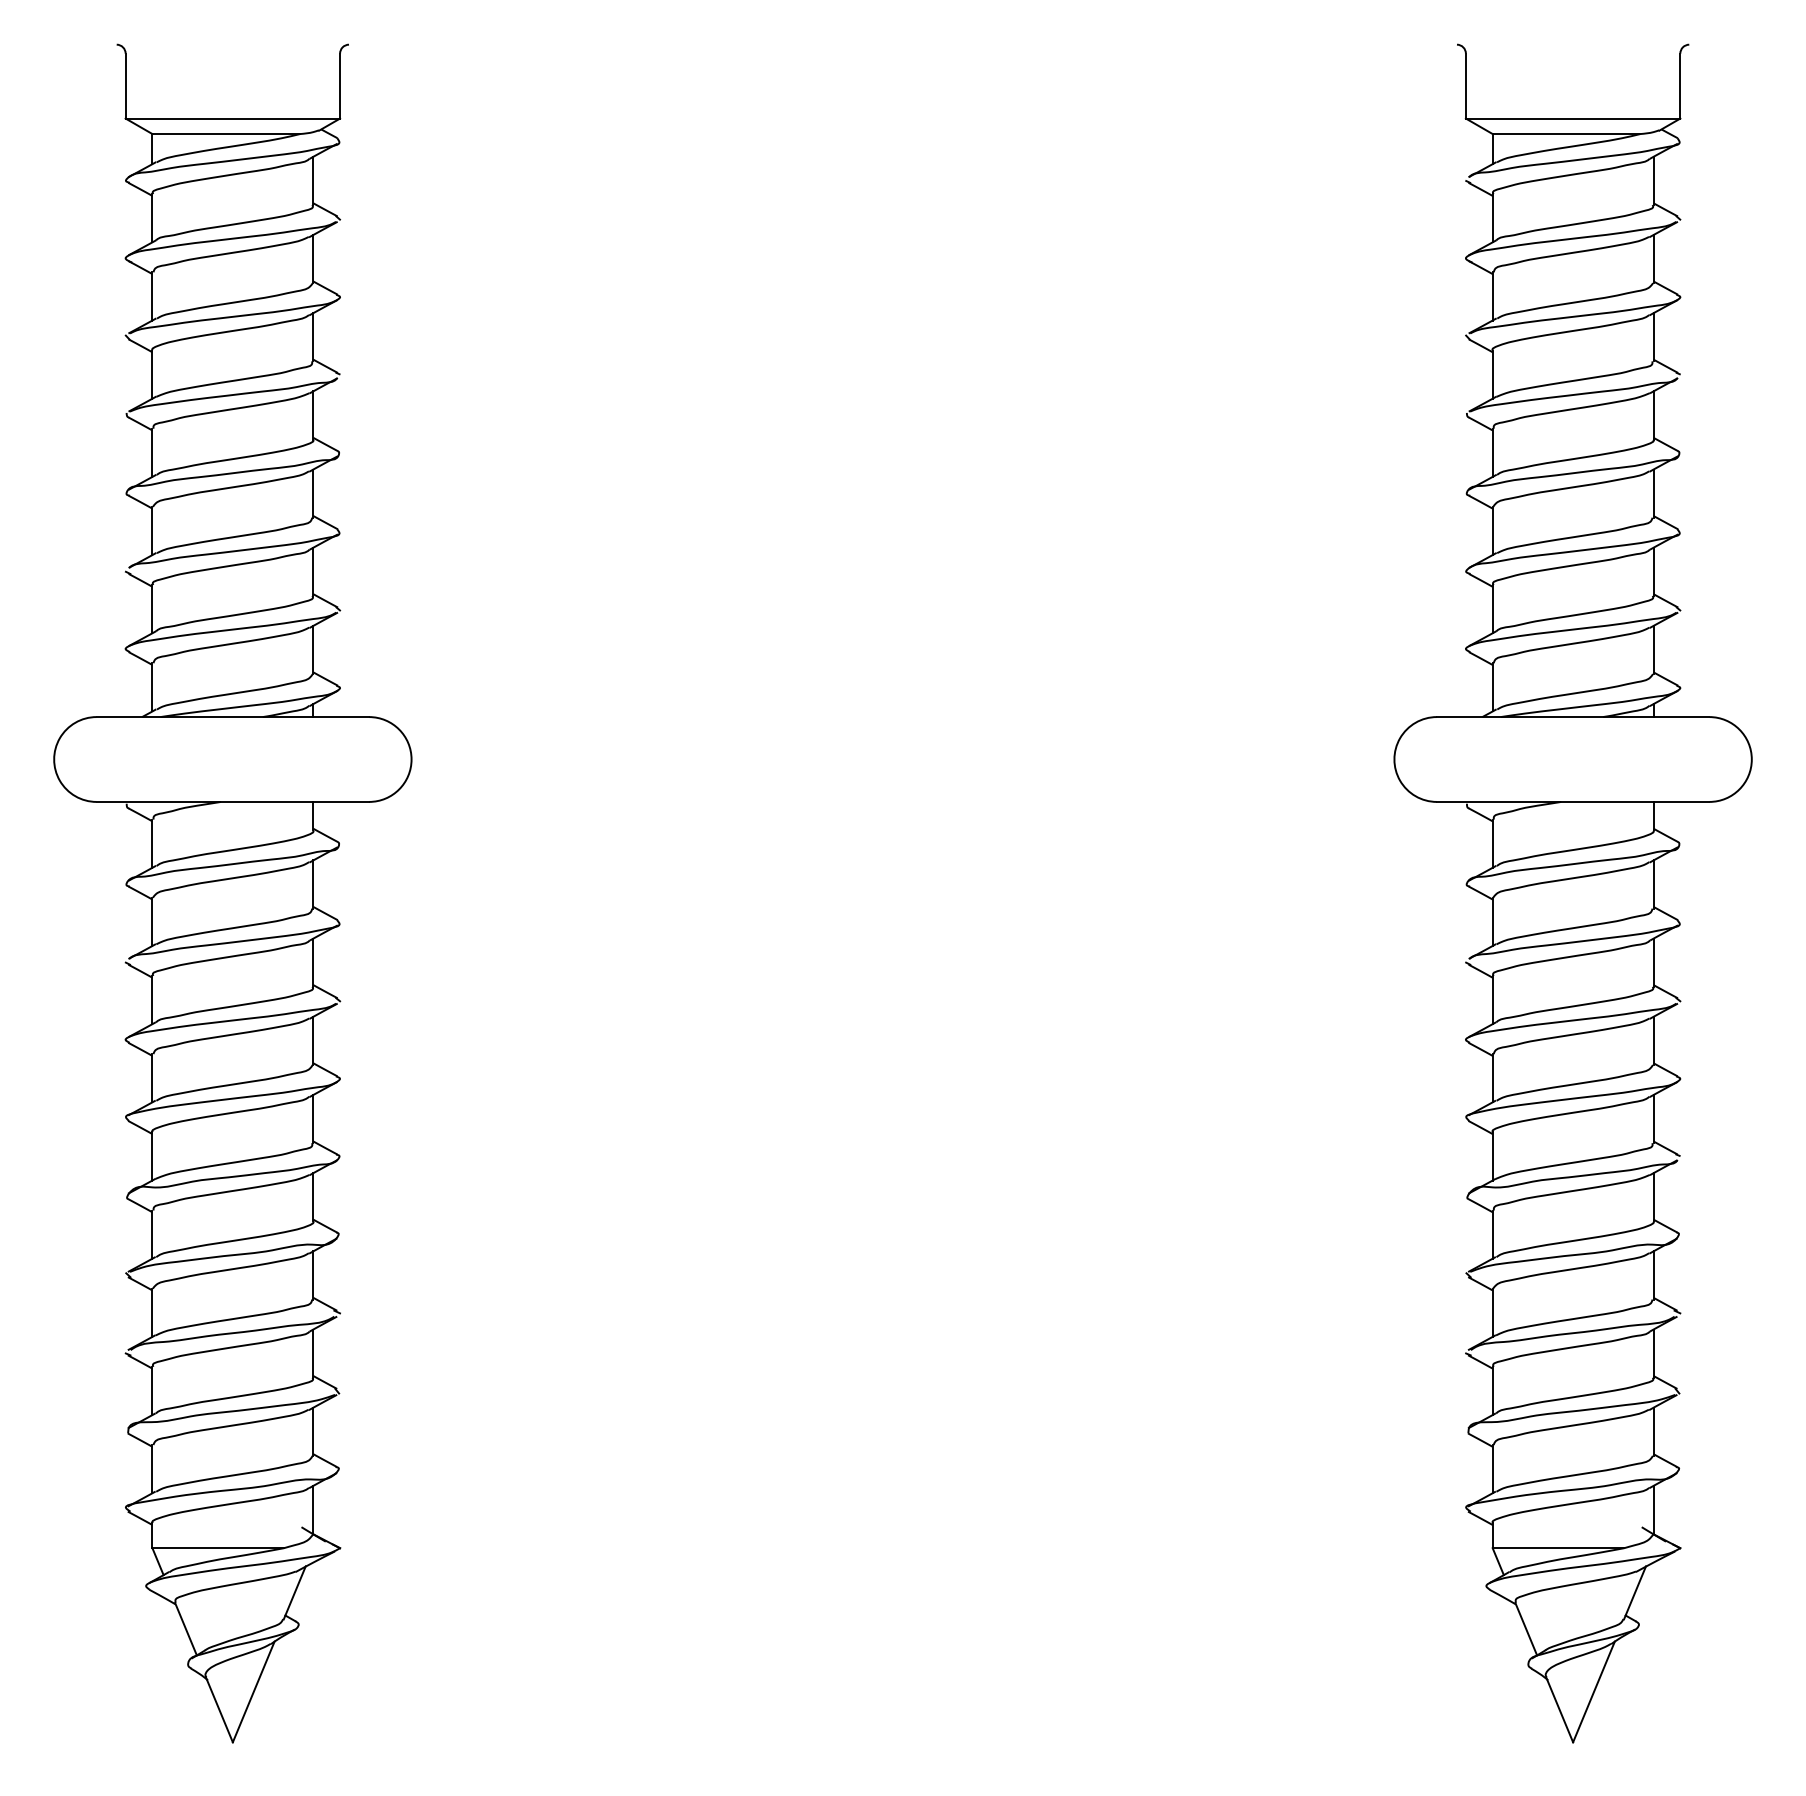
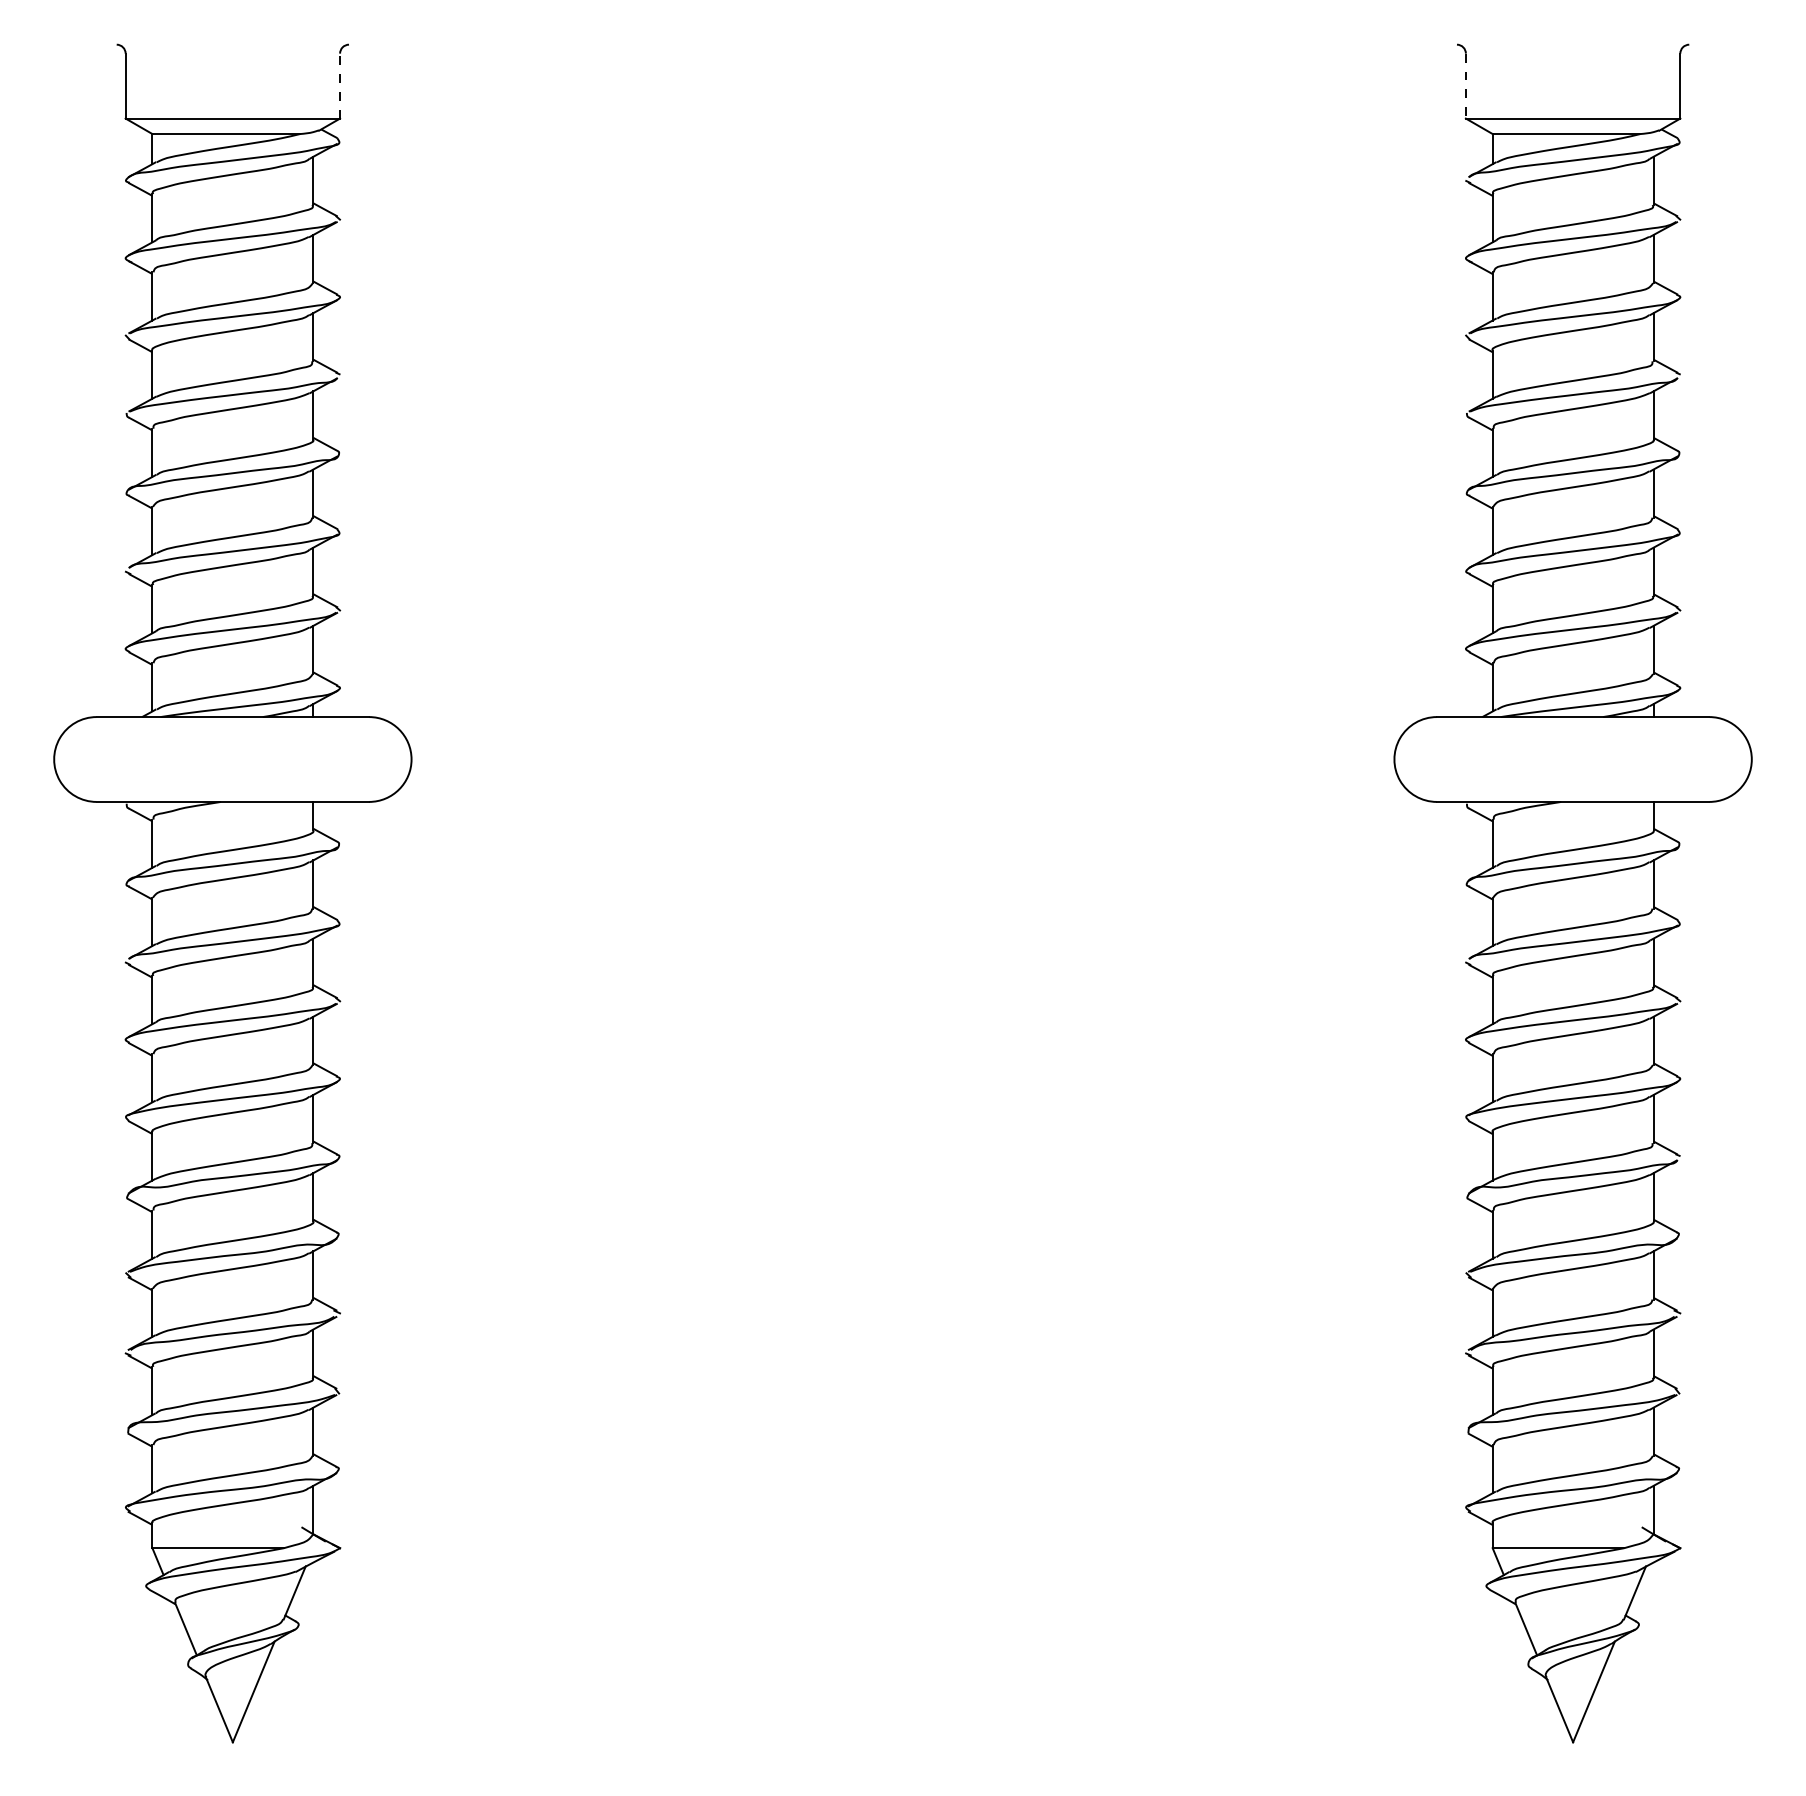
line at (340, 85): solid -> dashed
line at (1465, 86): solid -> dashed
